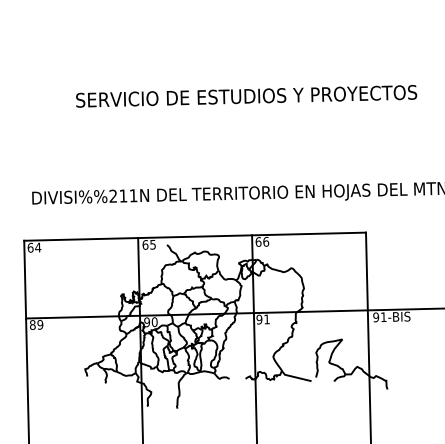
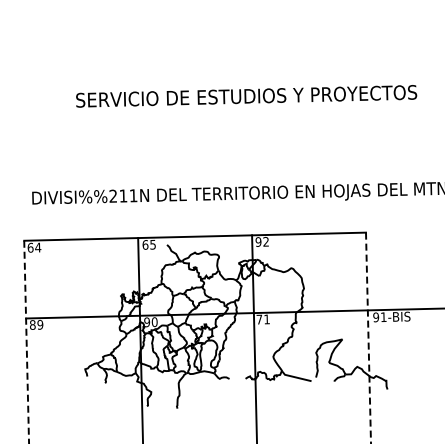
text at (262, 241): 66 -> 92
text at (259, 319): 91 -> 71
line at (368, 338): solid -> dashed
line at (26, 342): solid -> dashed
